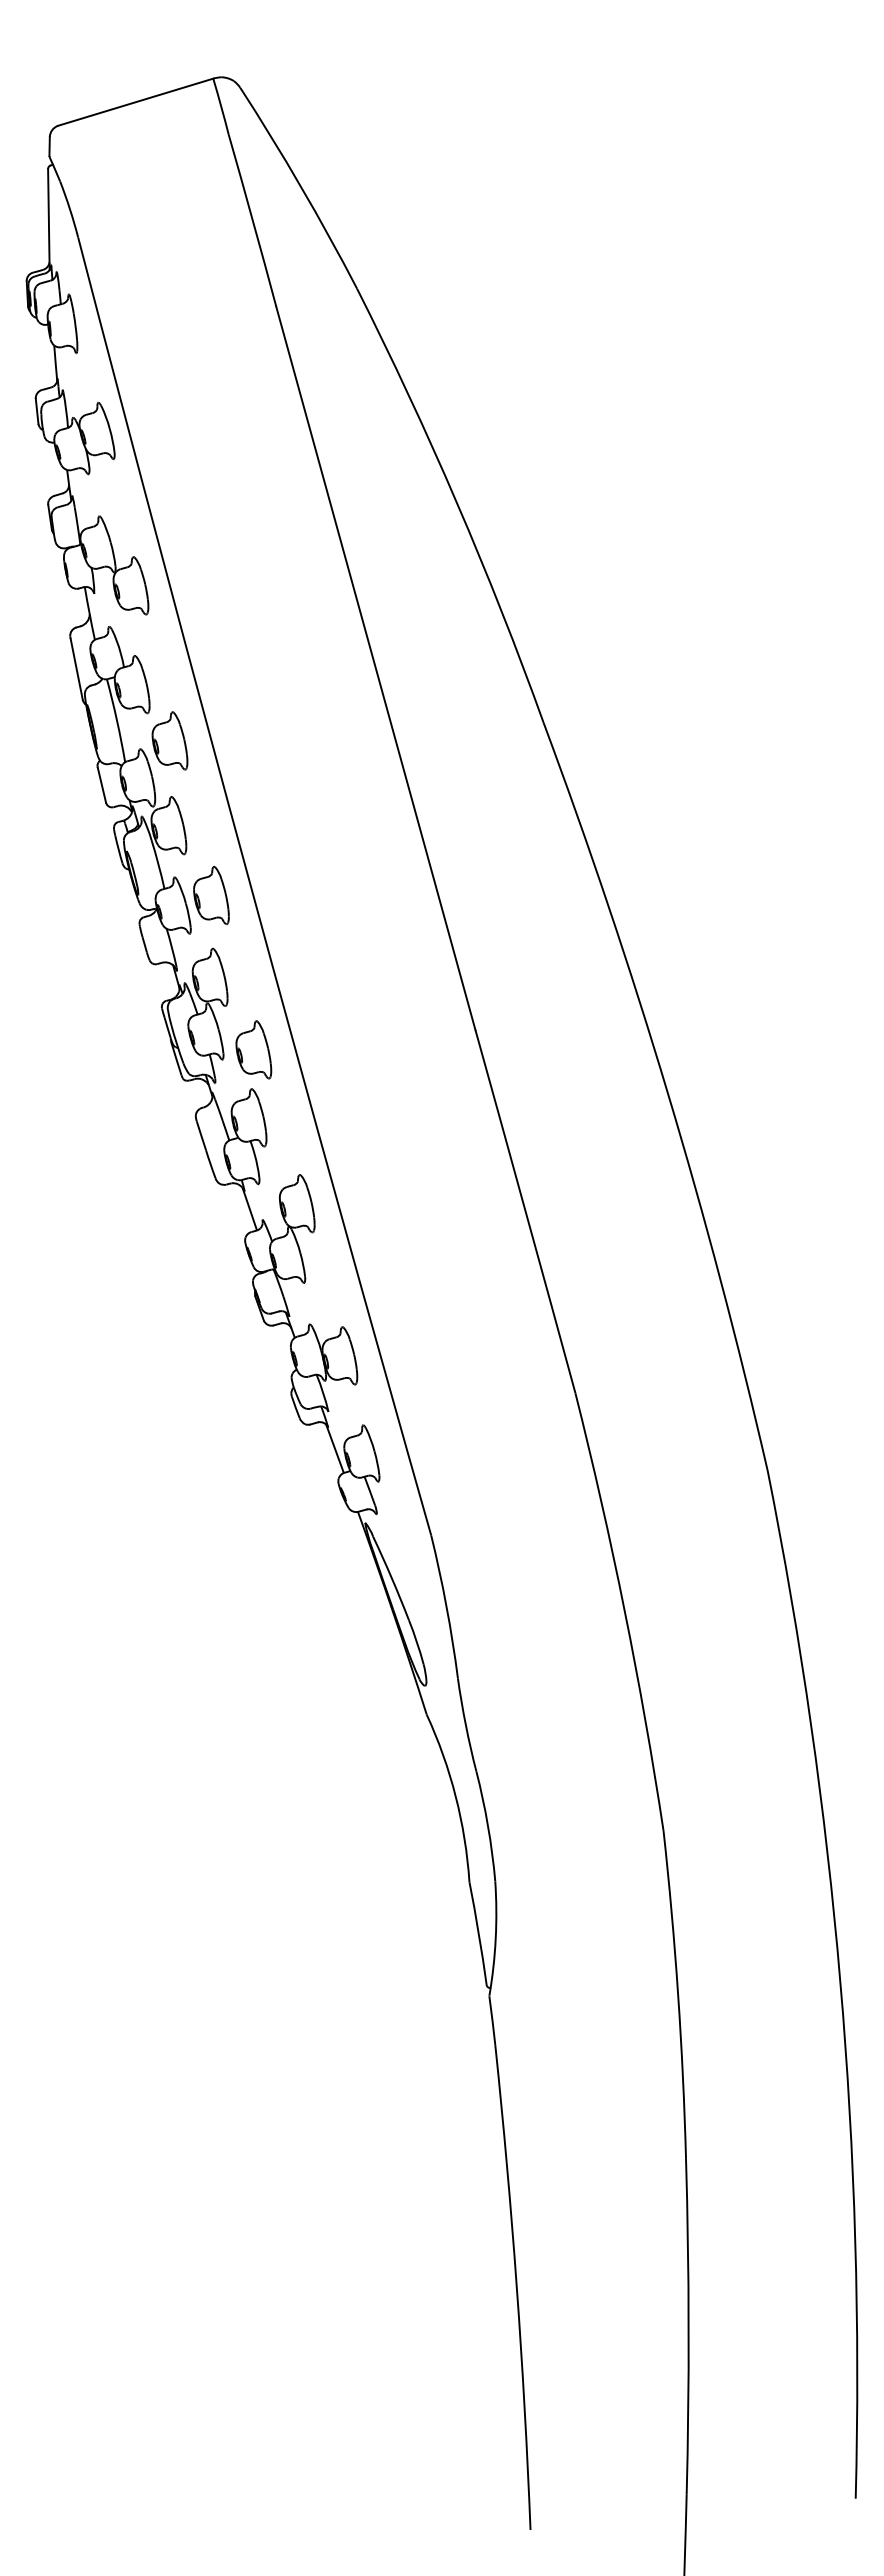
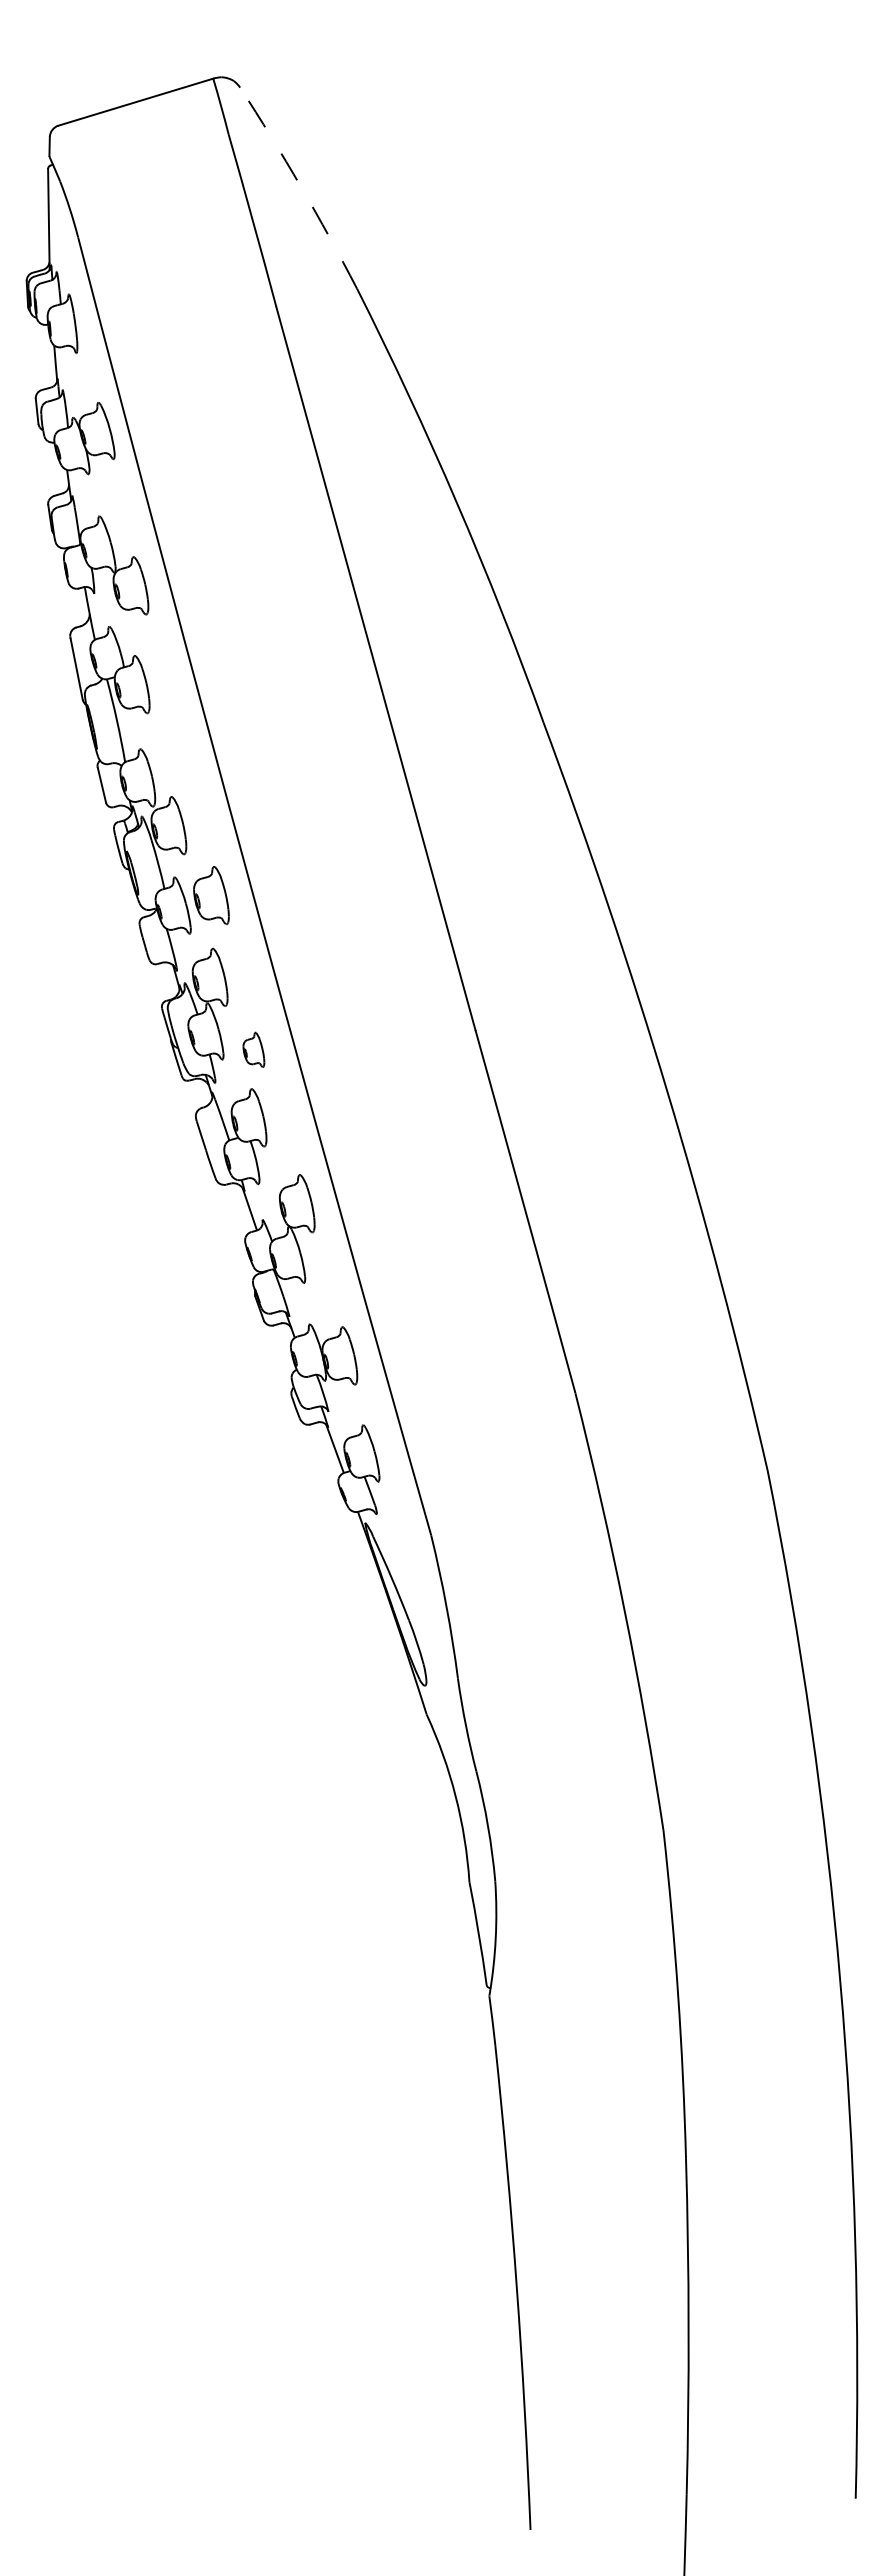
arc at (301, 186): solid -> dashed
part at (169, 740): present -> none
part at (253, 1049) size: 38x60 px -> 24x37 px
